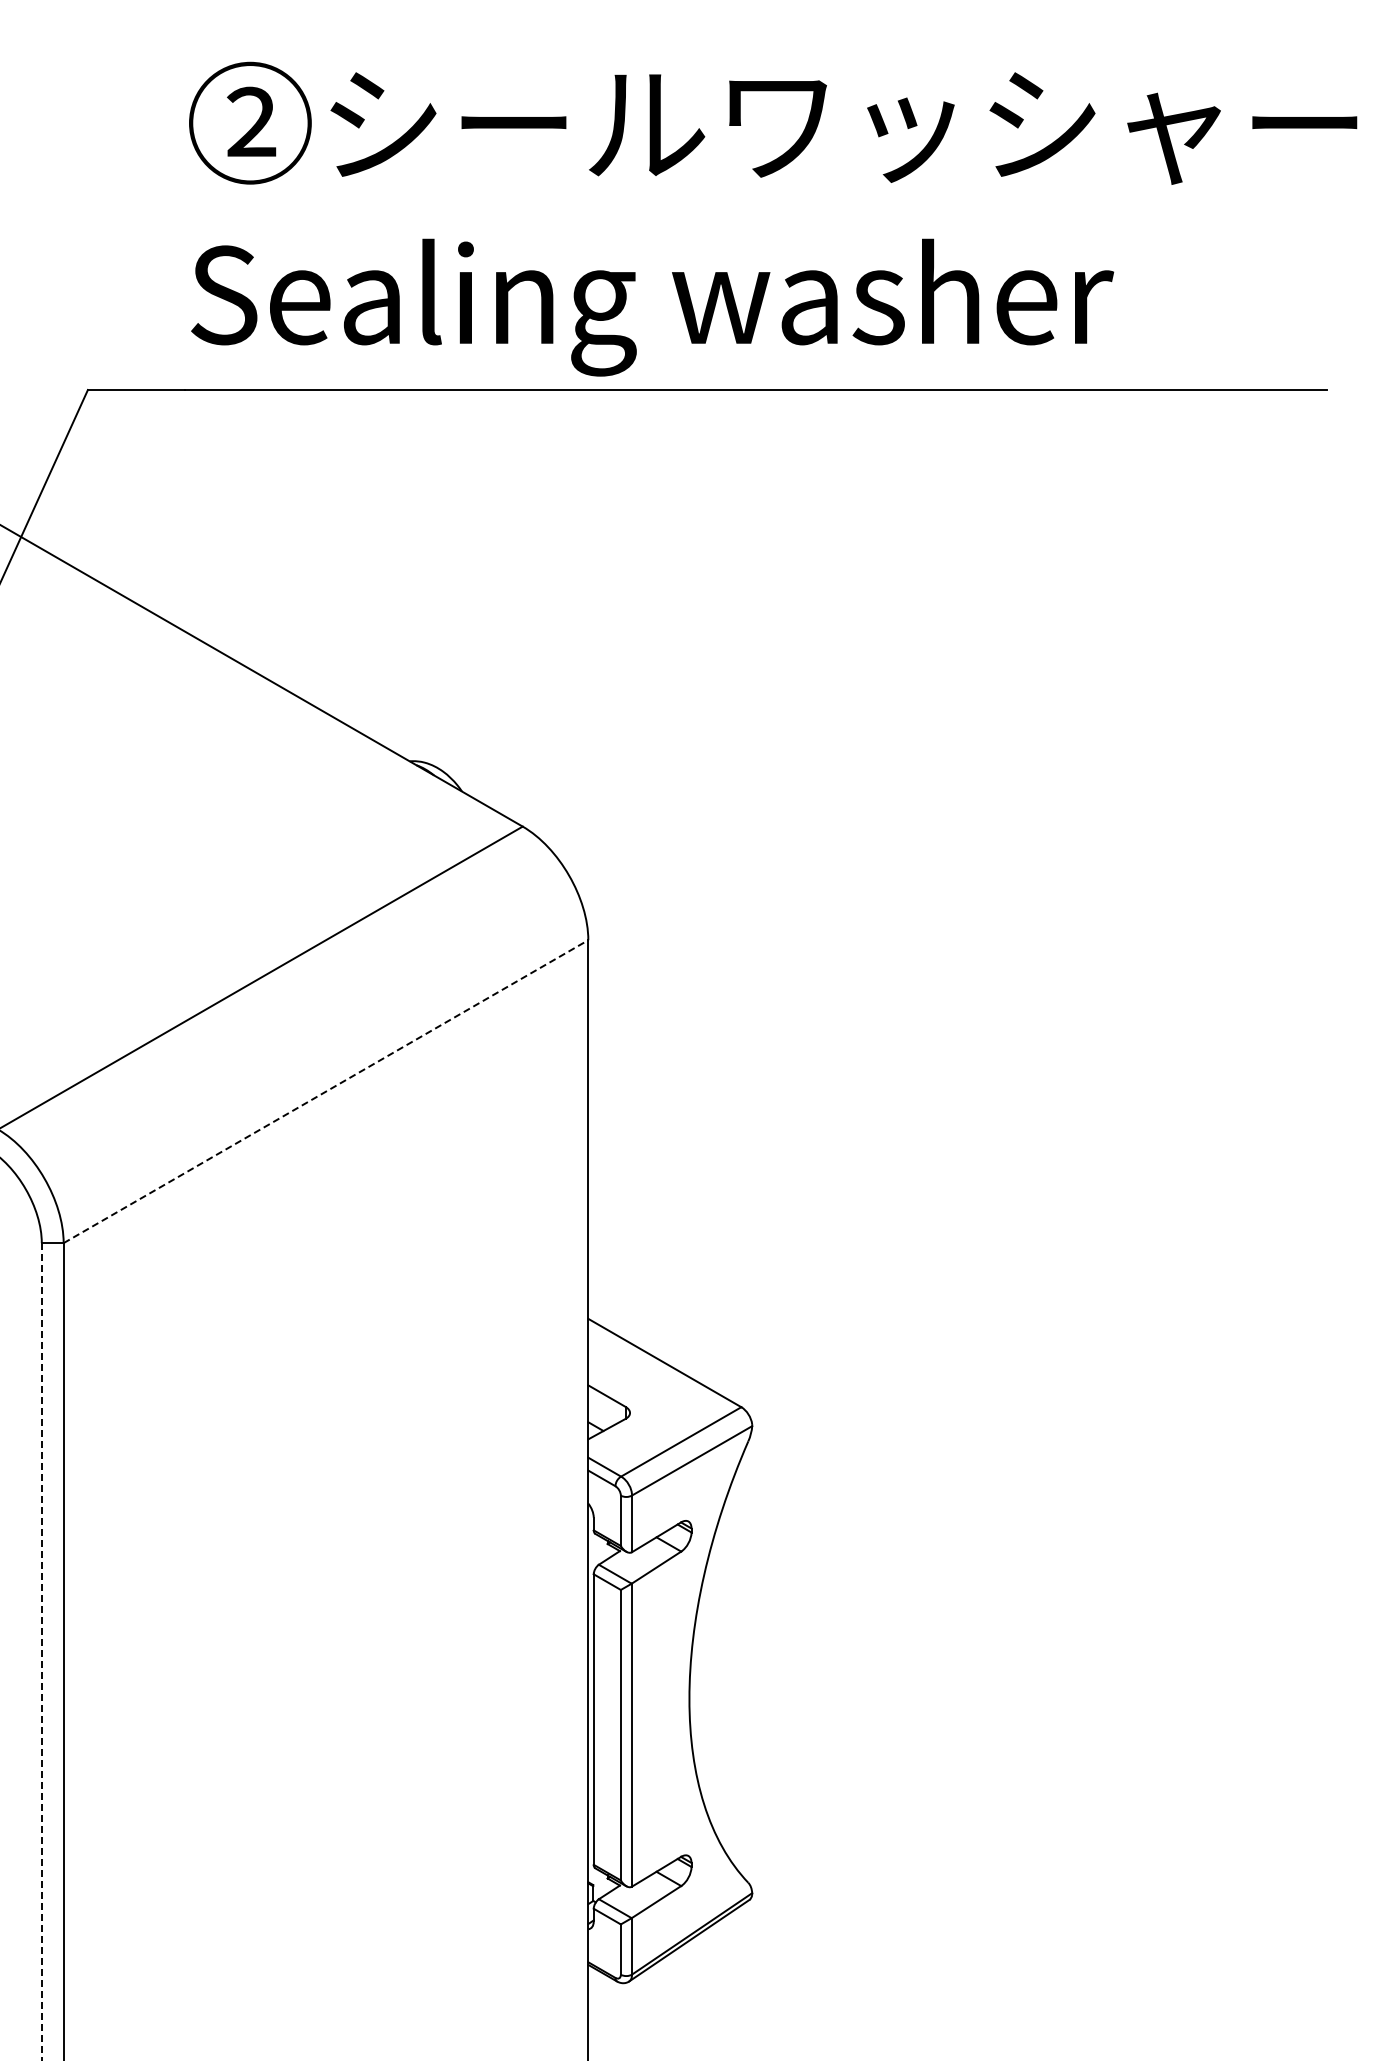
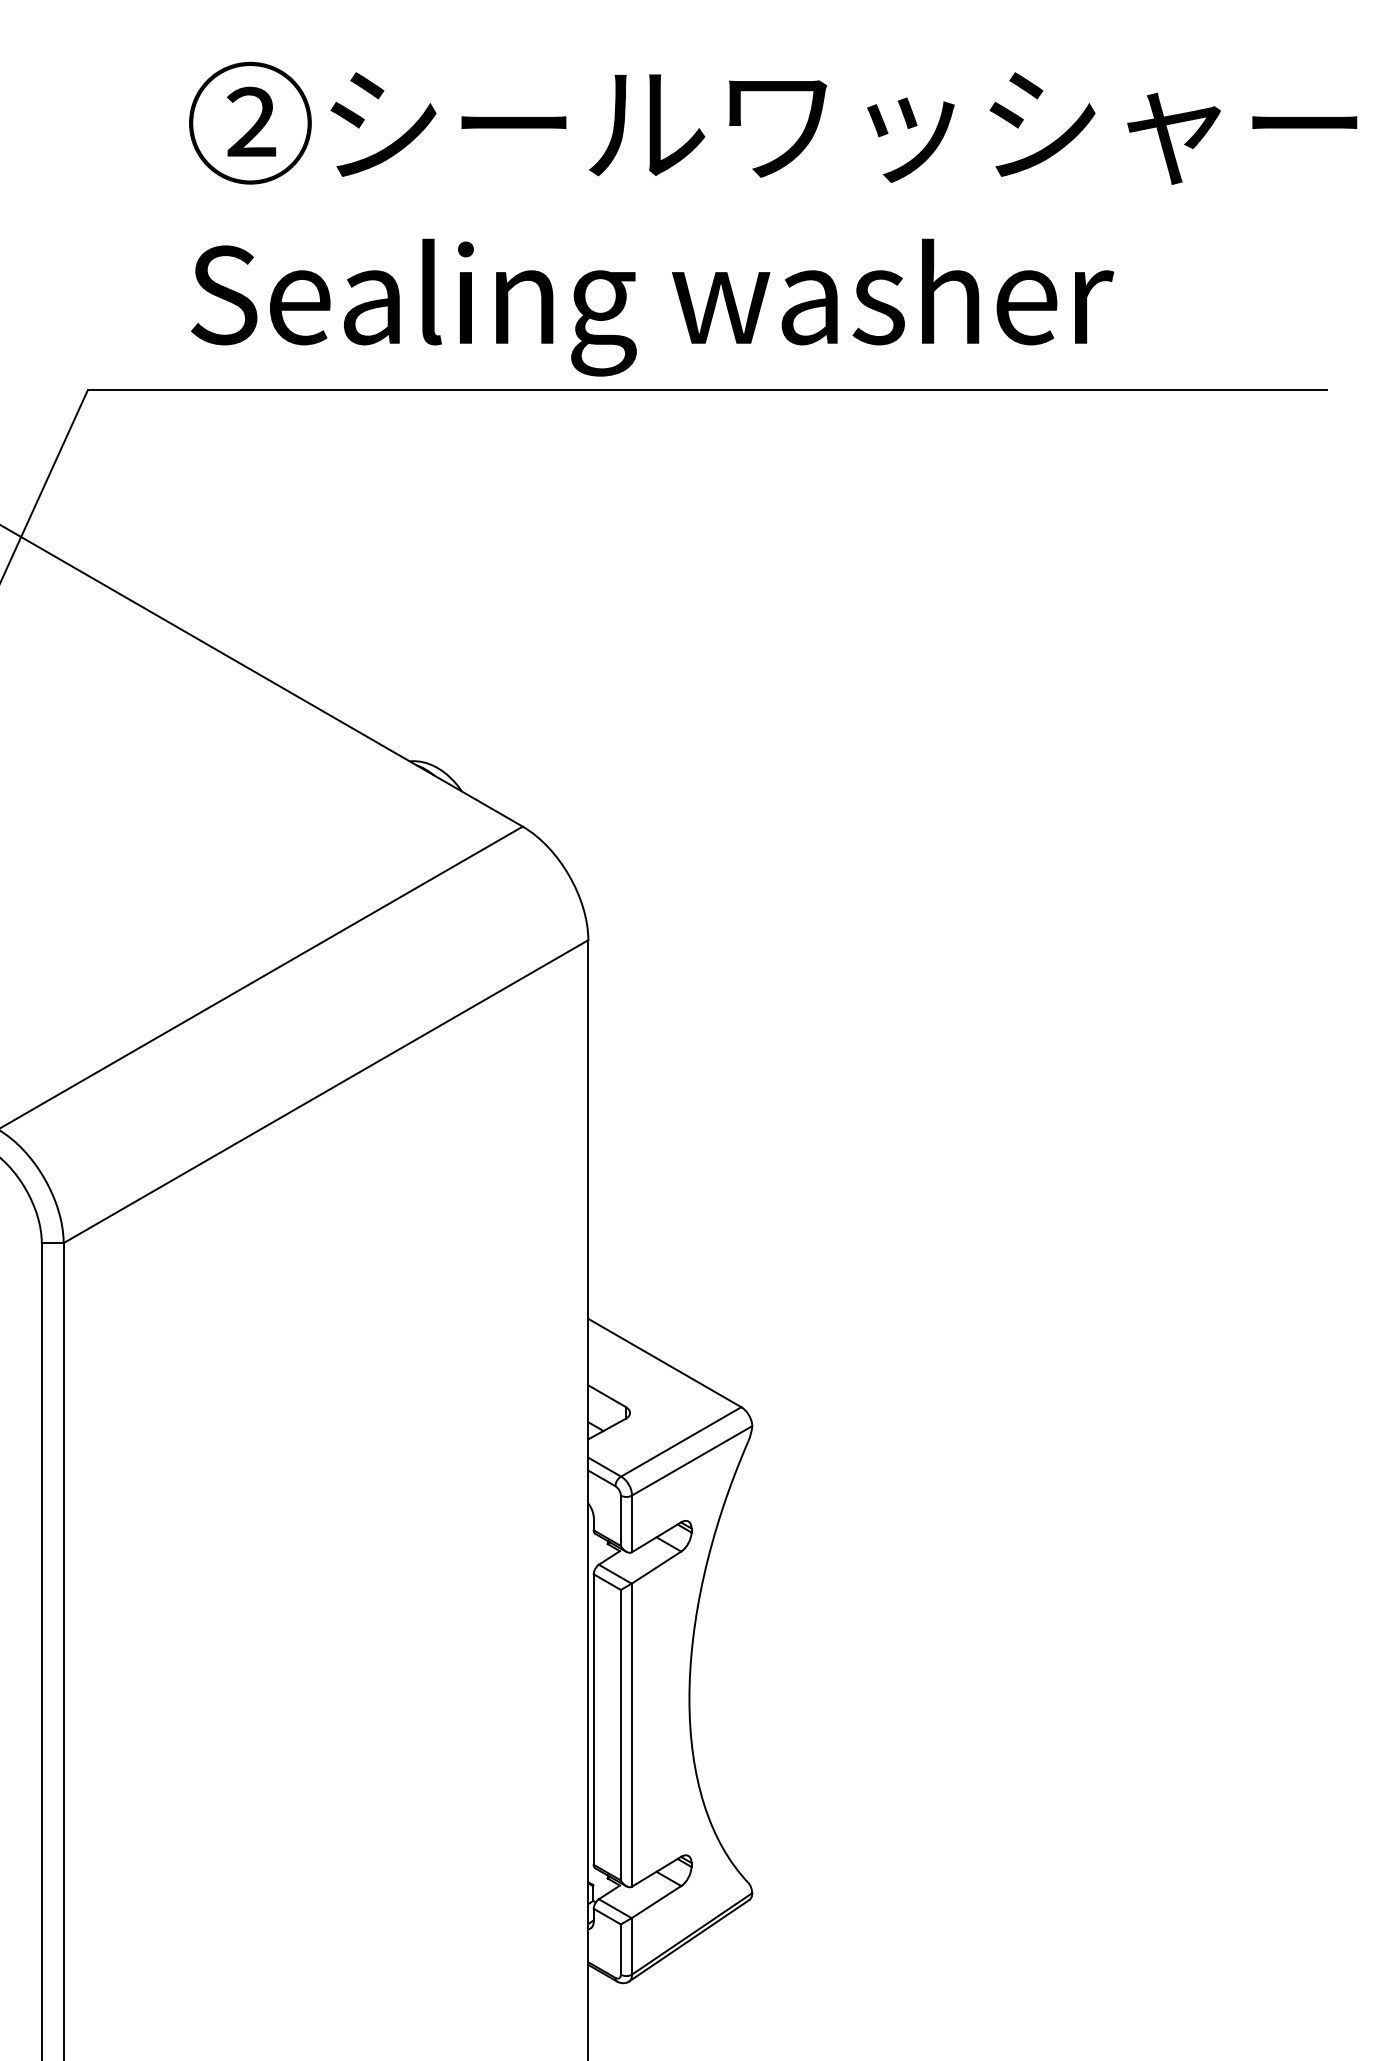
line at (326, 1091): dashed -> solid
line at (41, 1651): dashed -> solid
